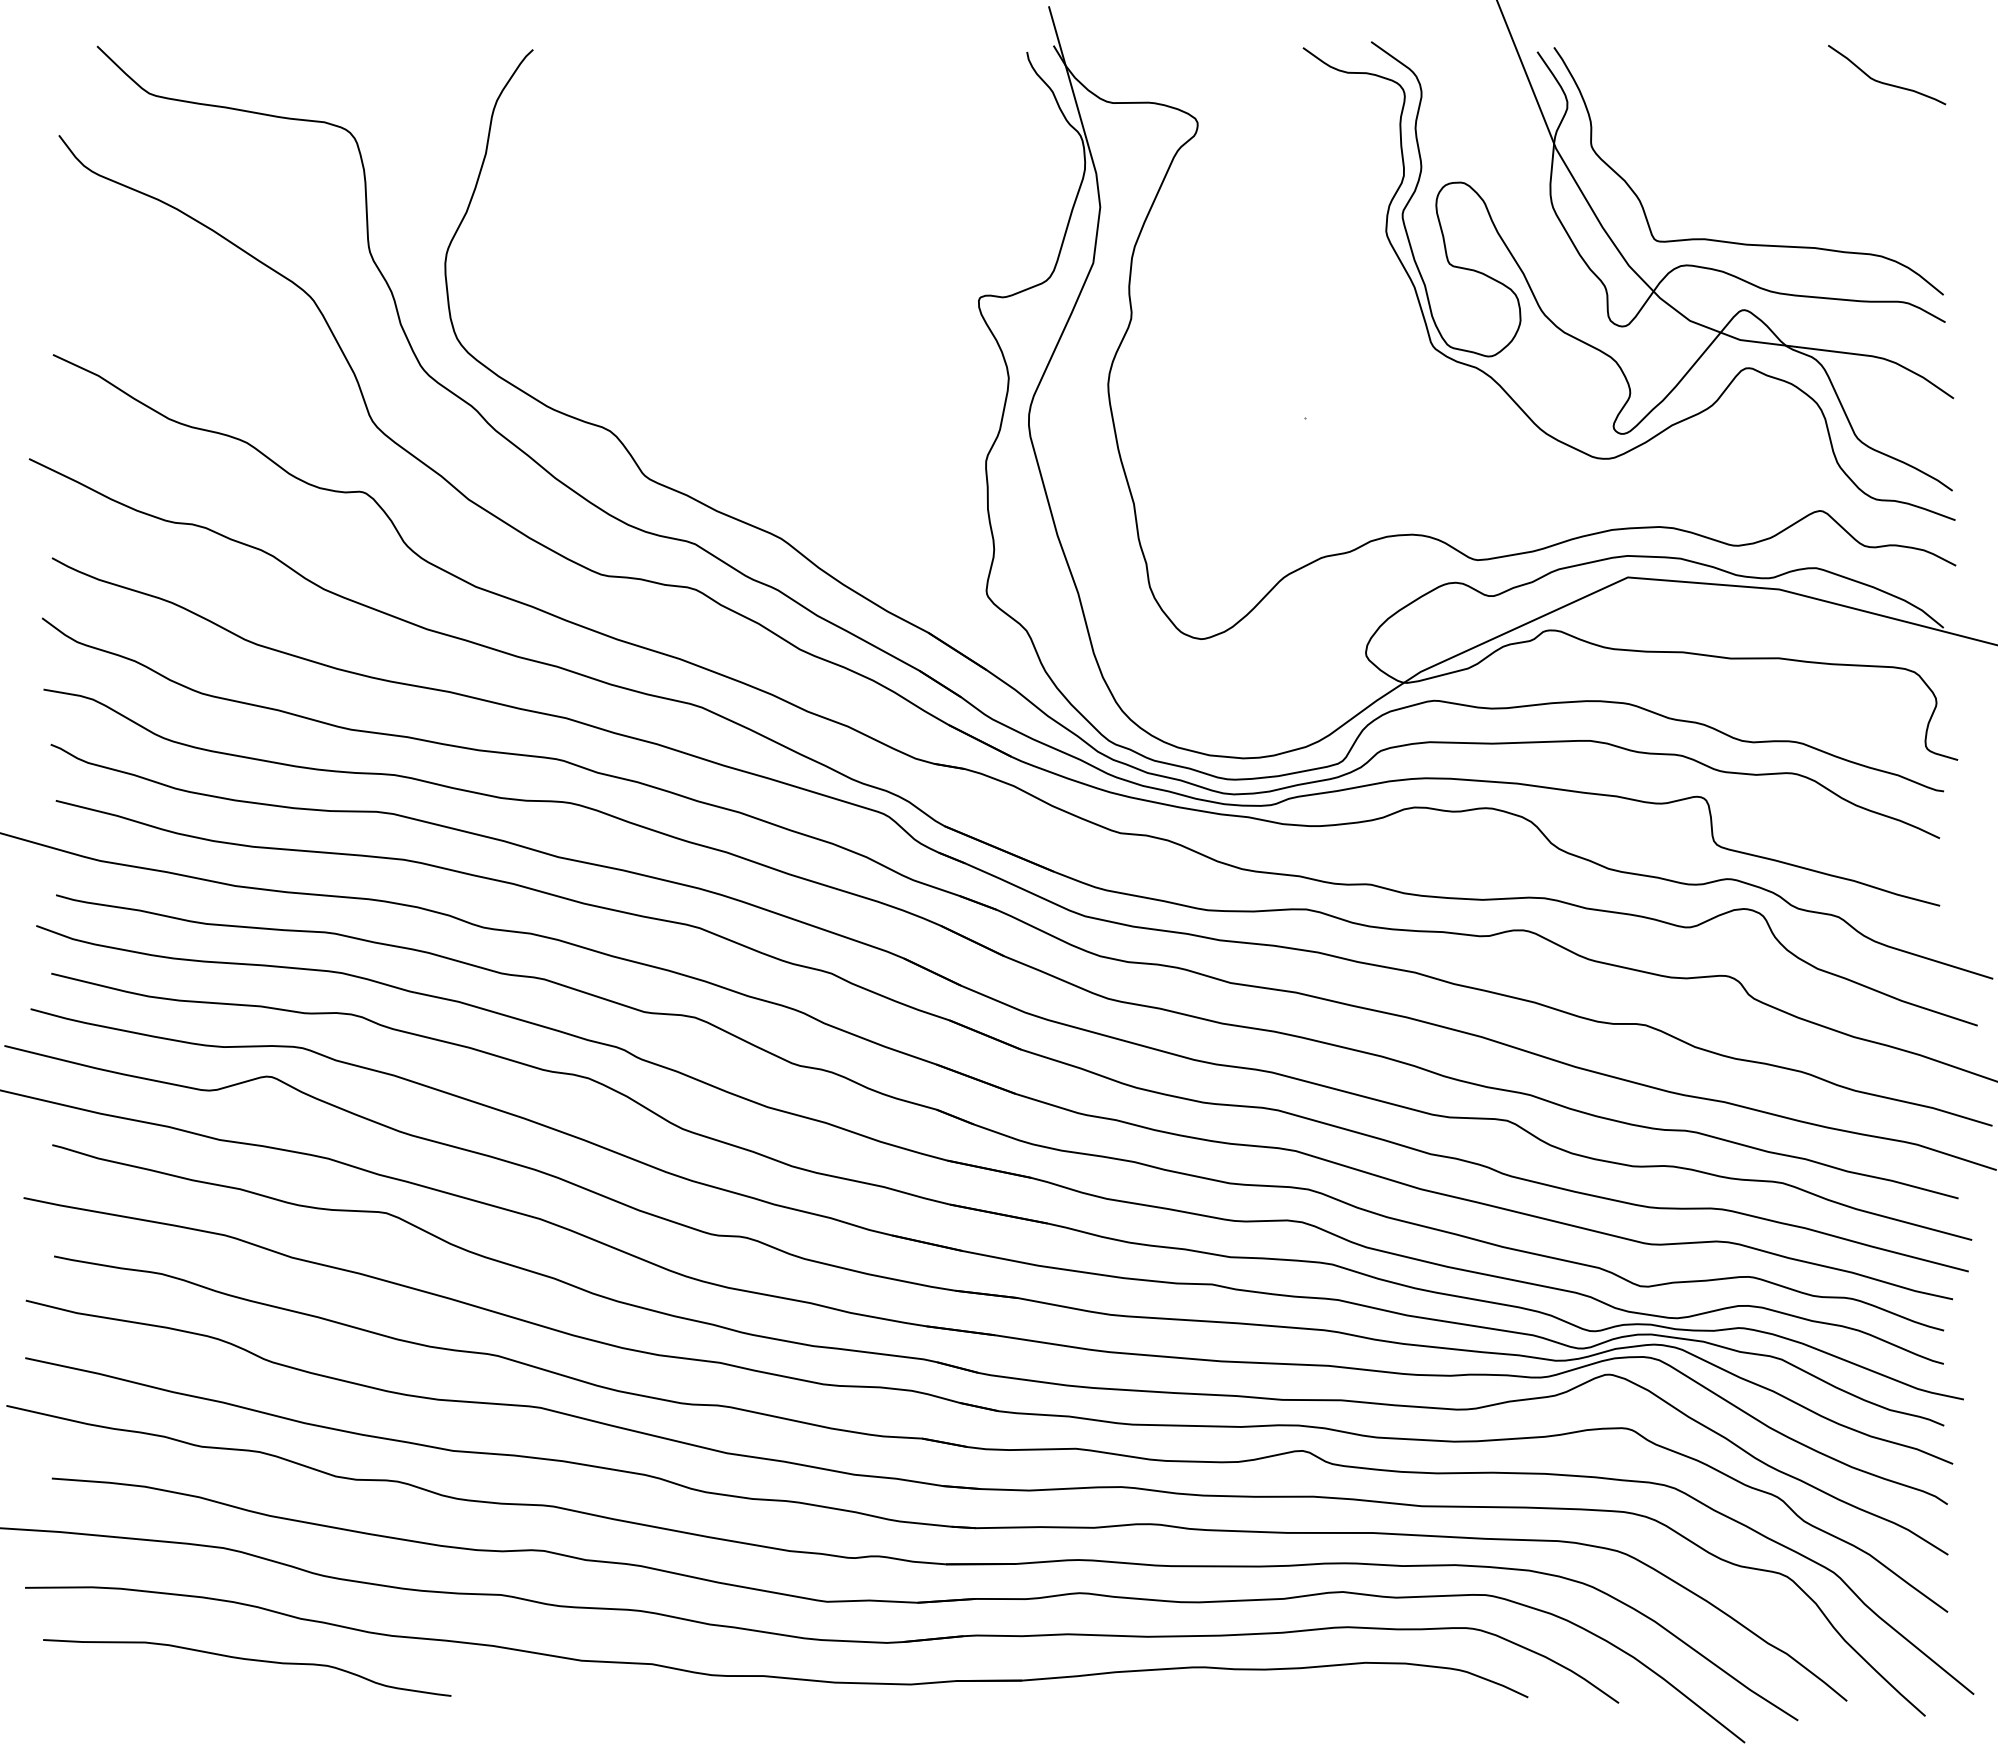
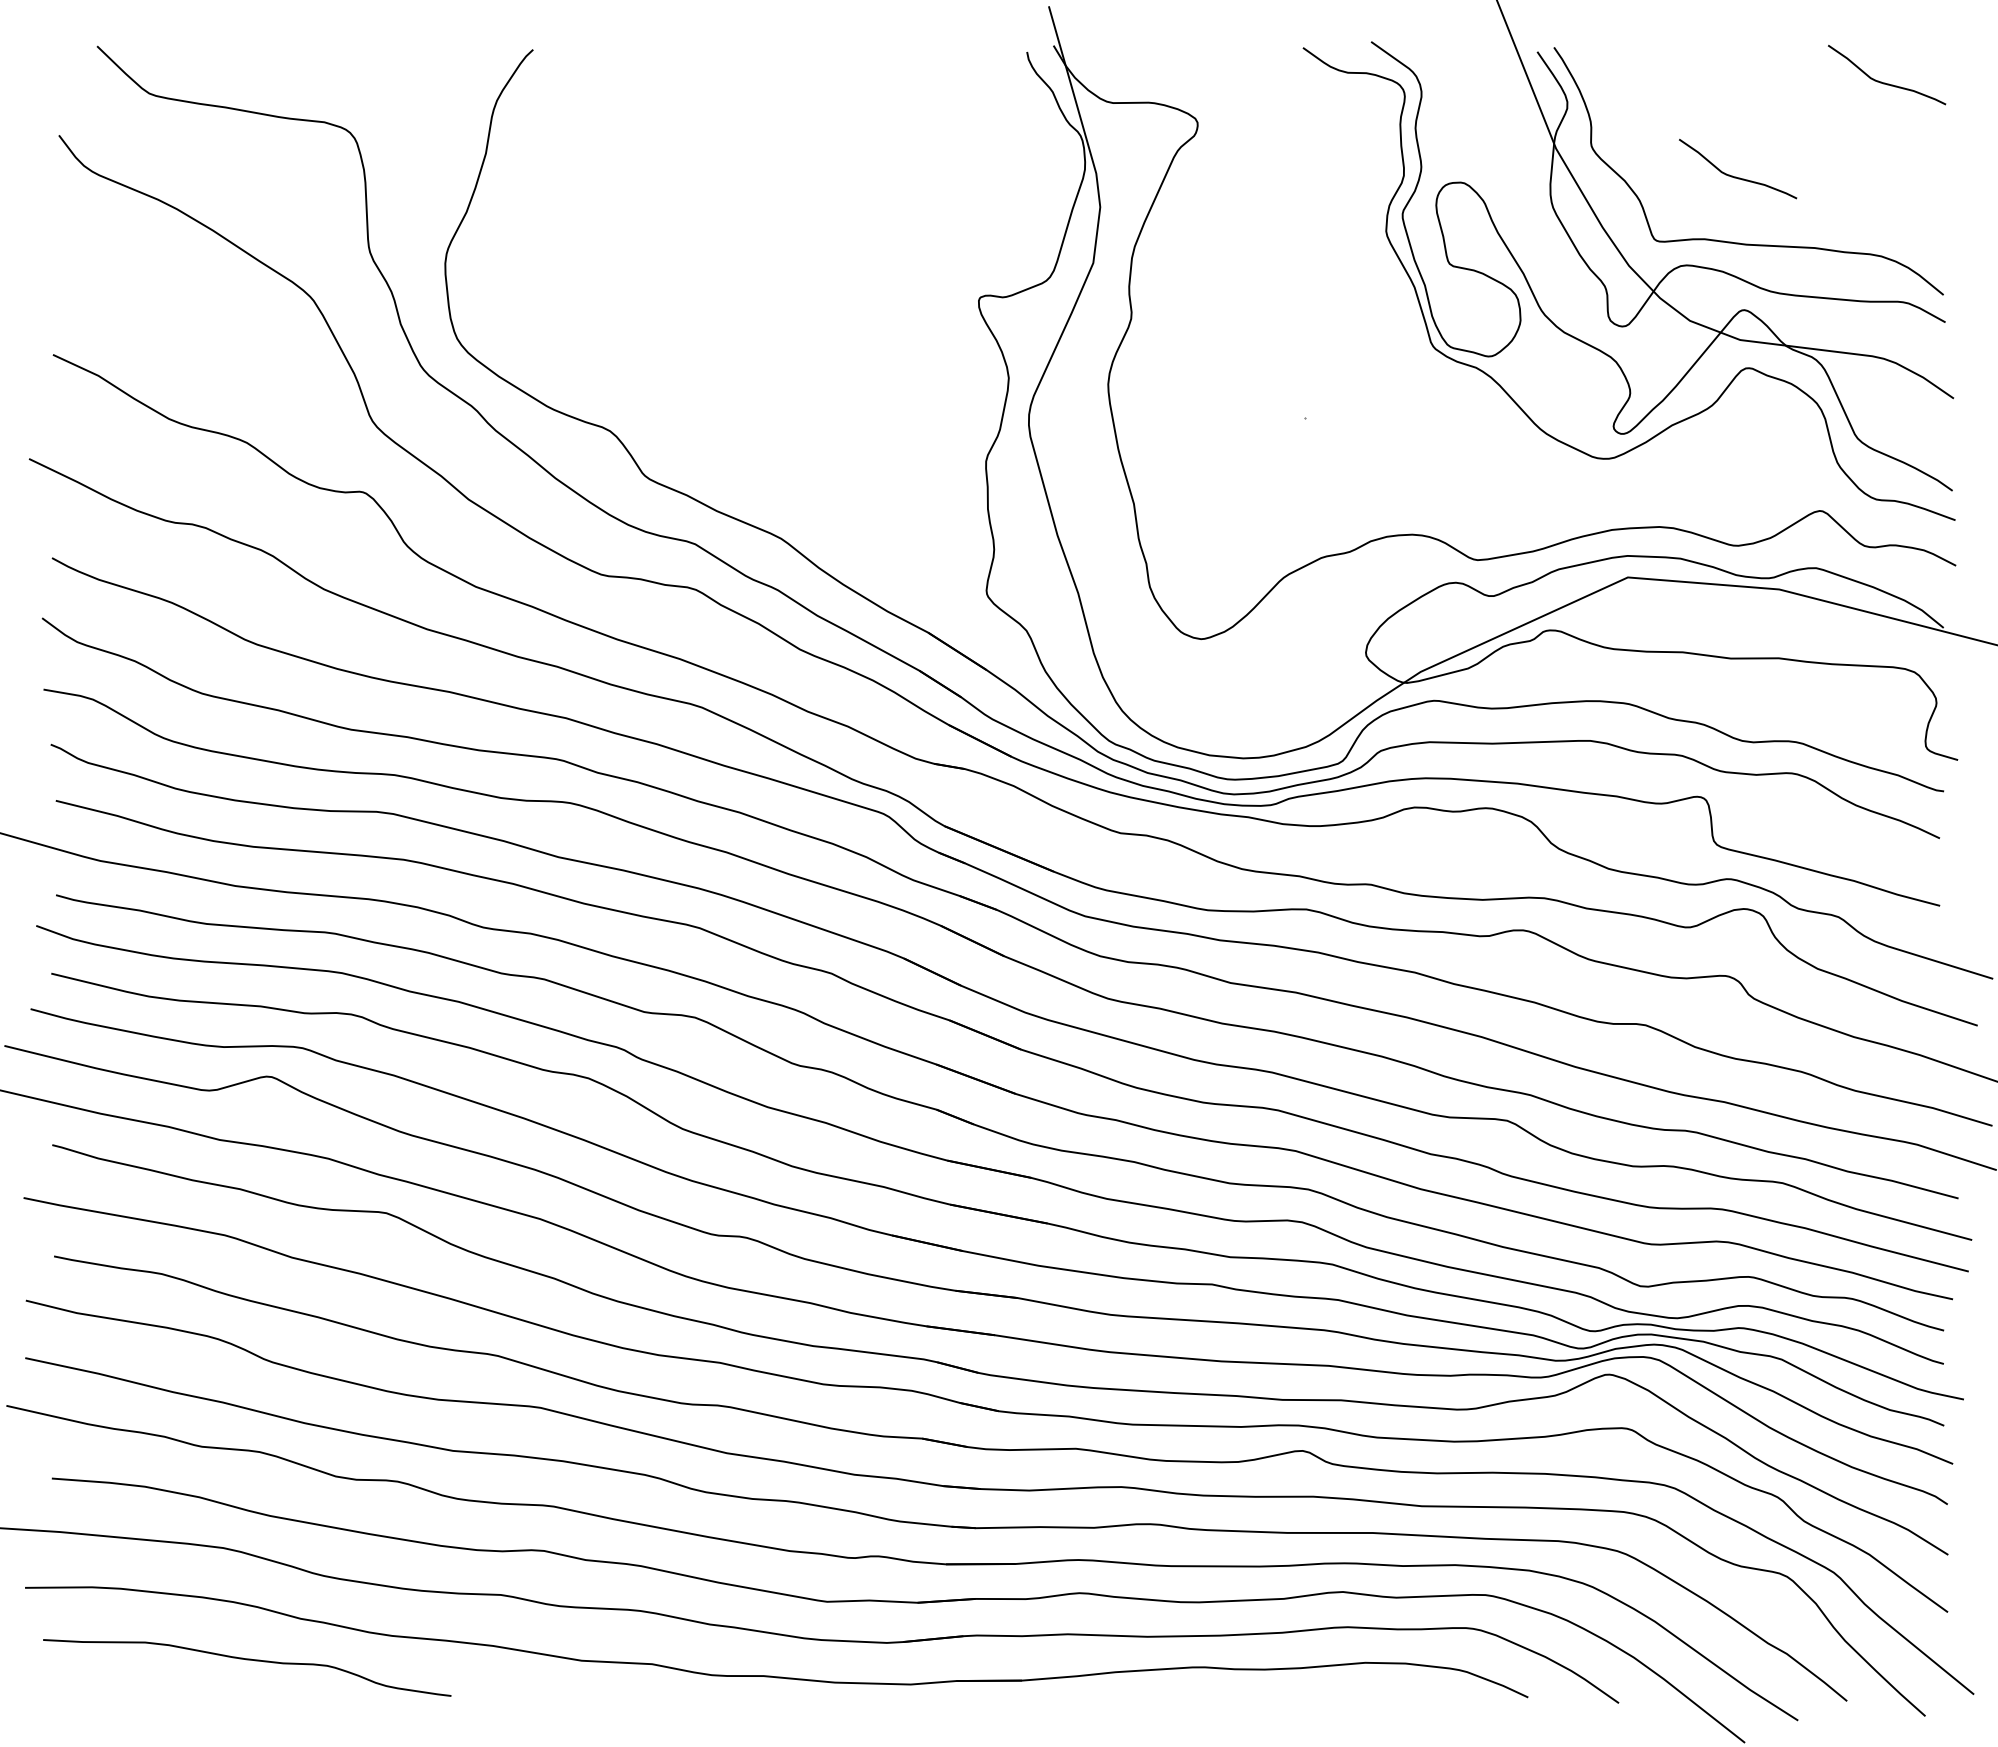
curve at (1736, 176): none -> present
